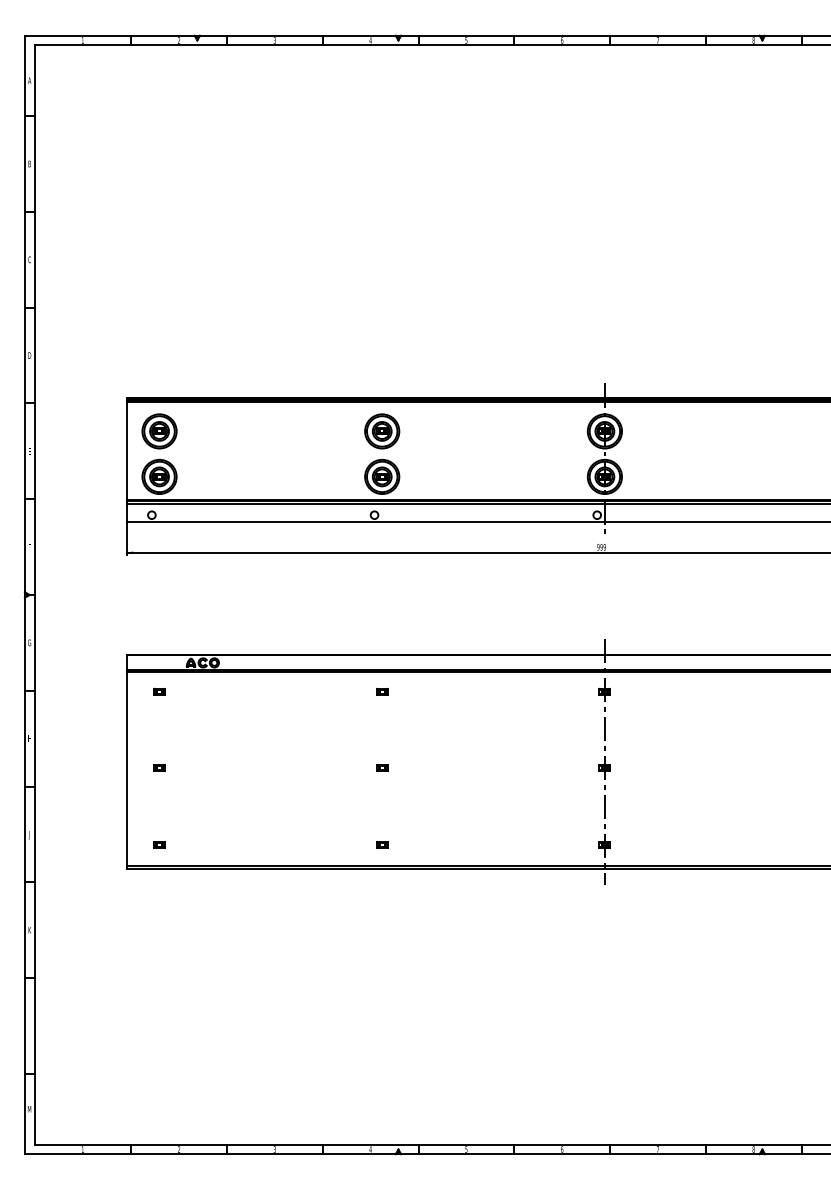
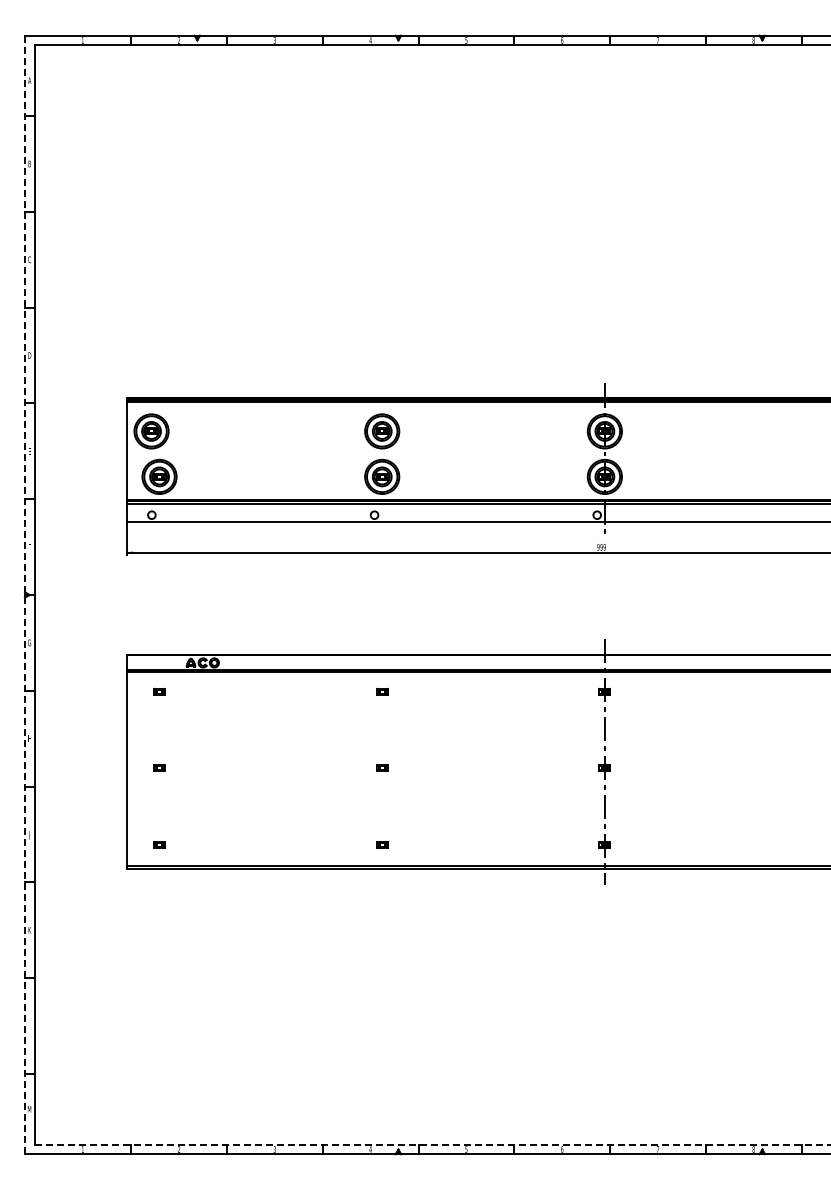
part at (159, 431) position: (159, 431) -> (151, 431)
line at (24, 594): solid -> dashed
line at (432, 1144): solid -> dashed
